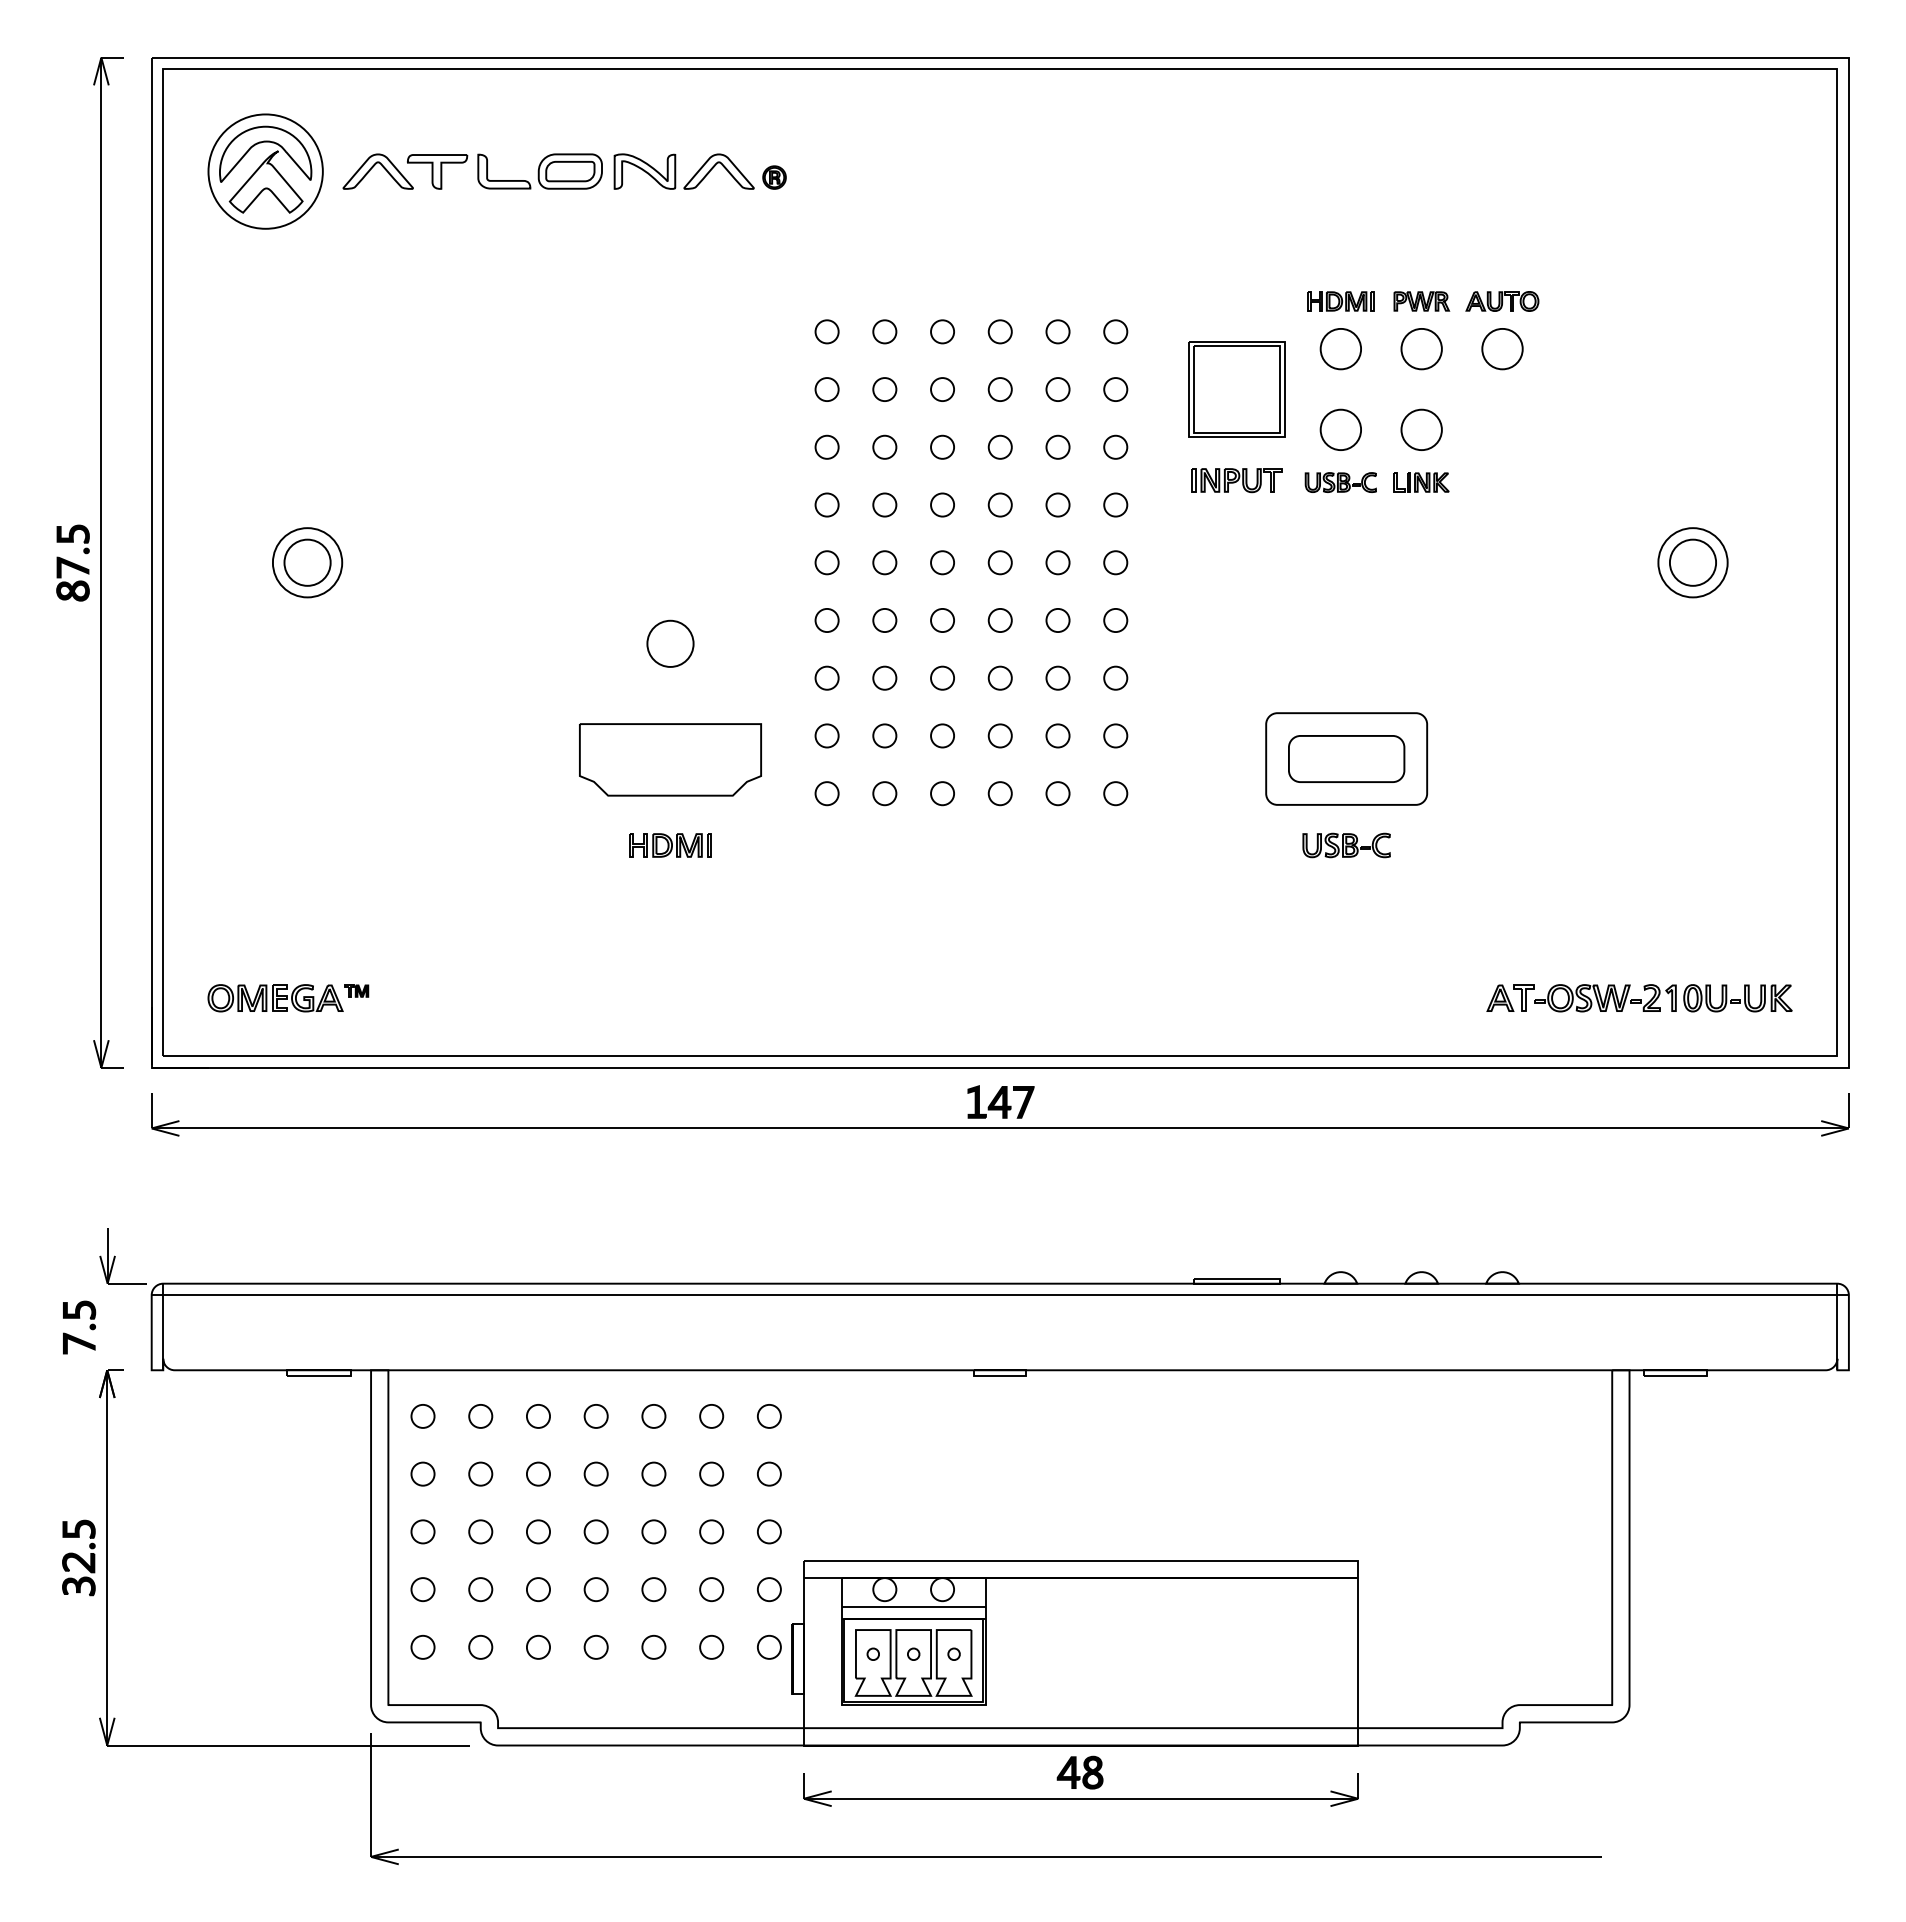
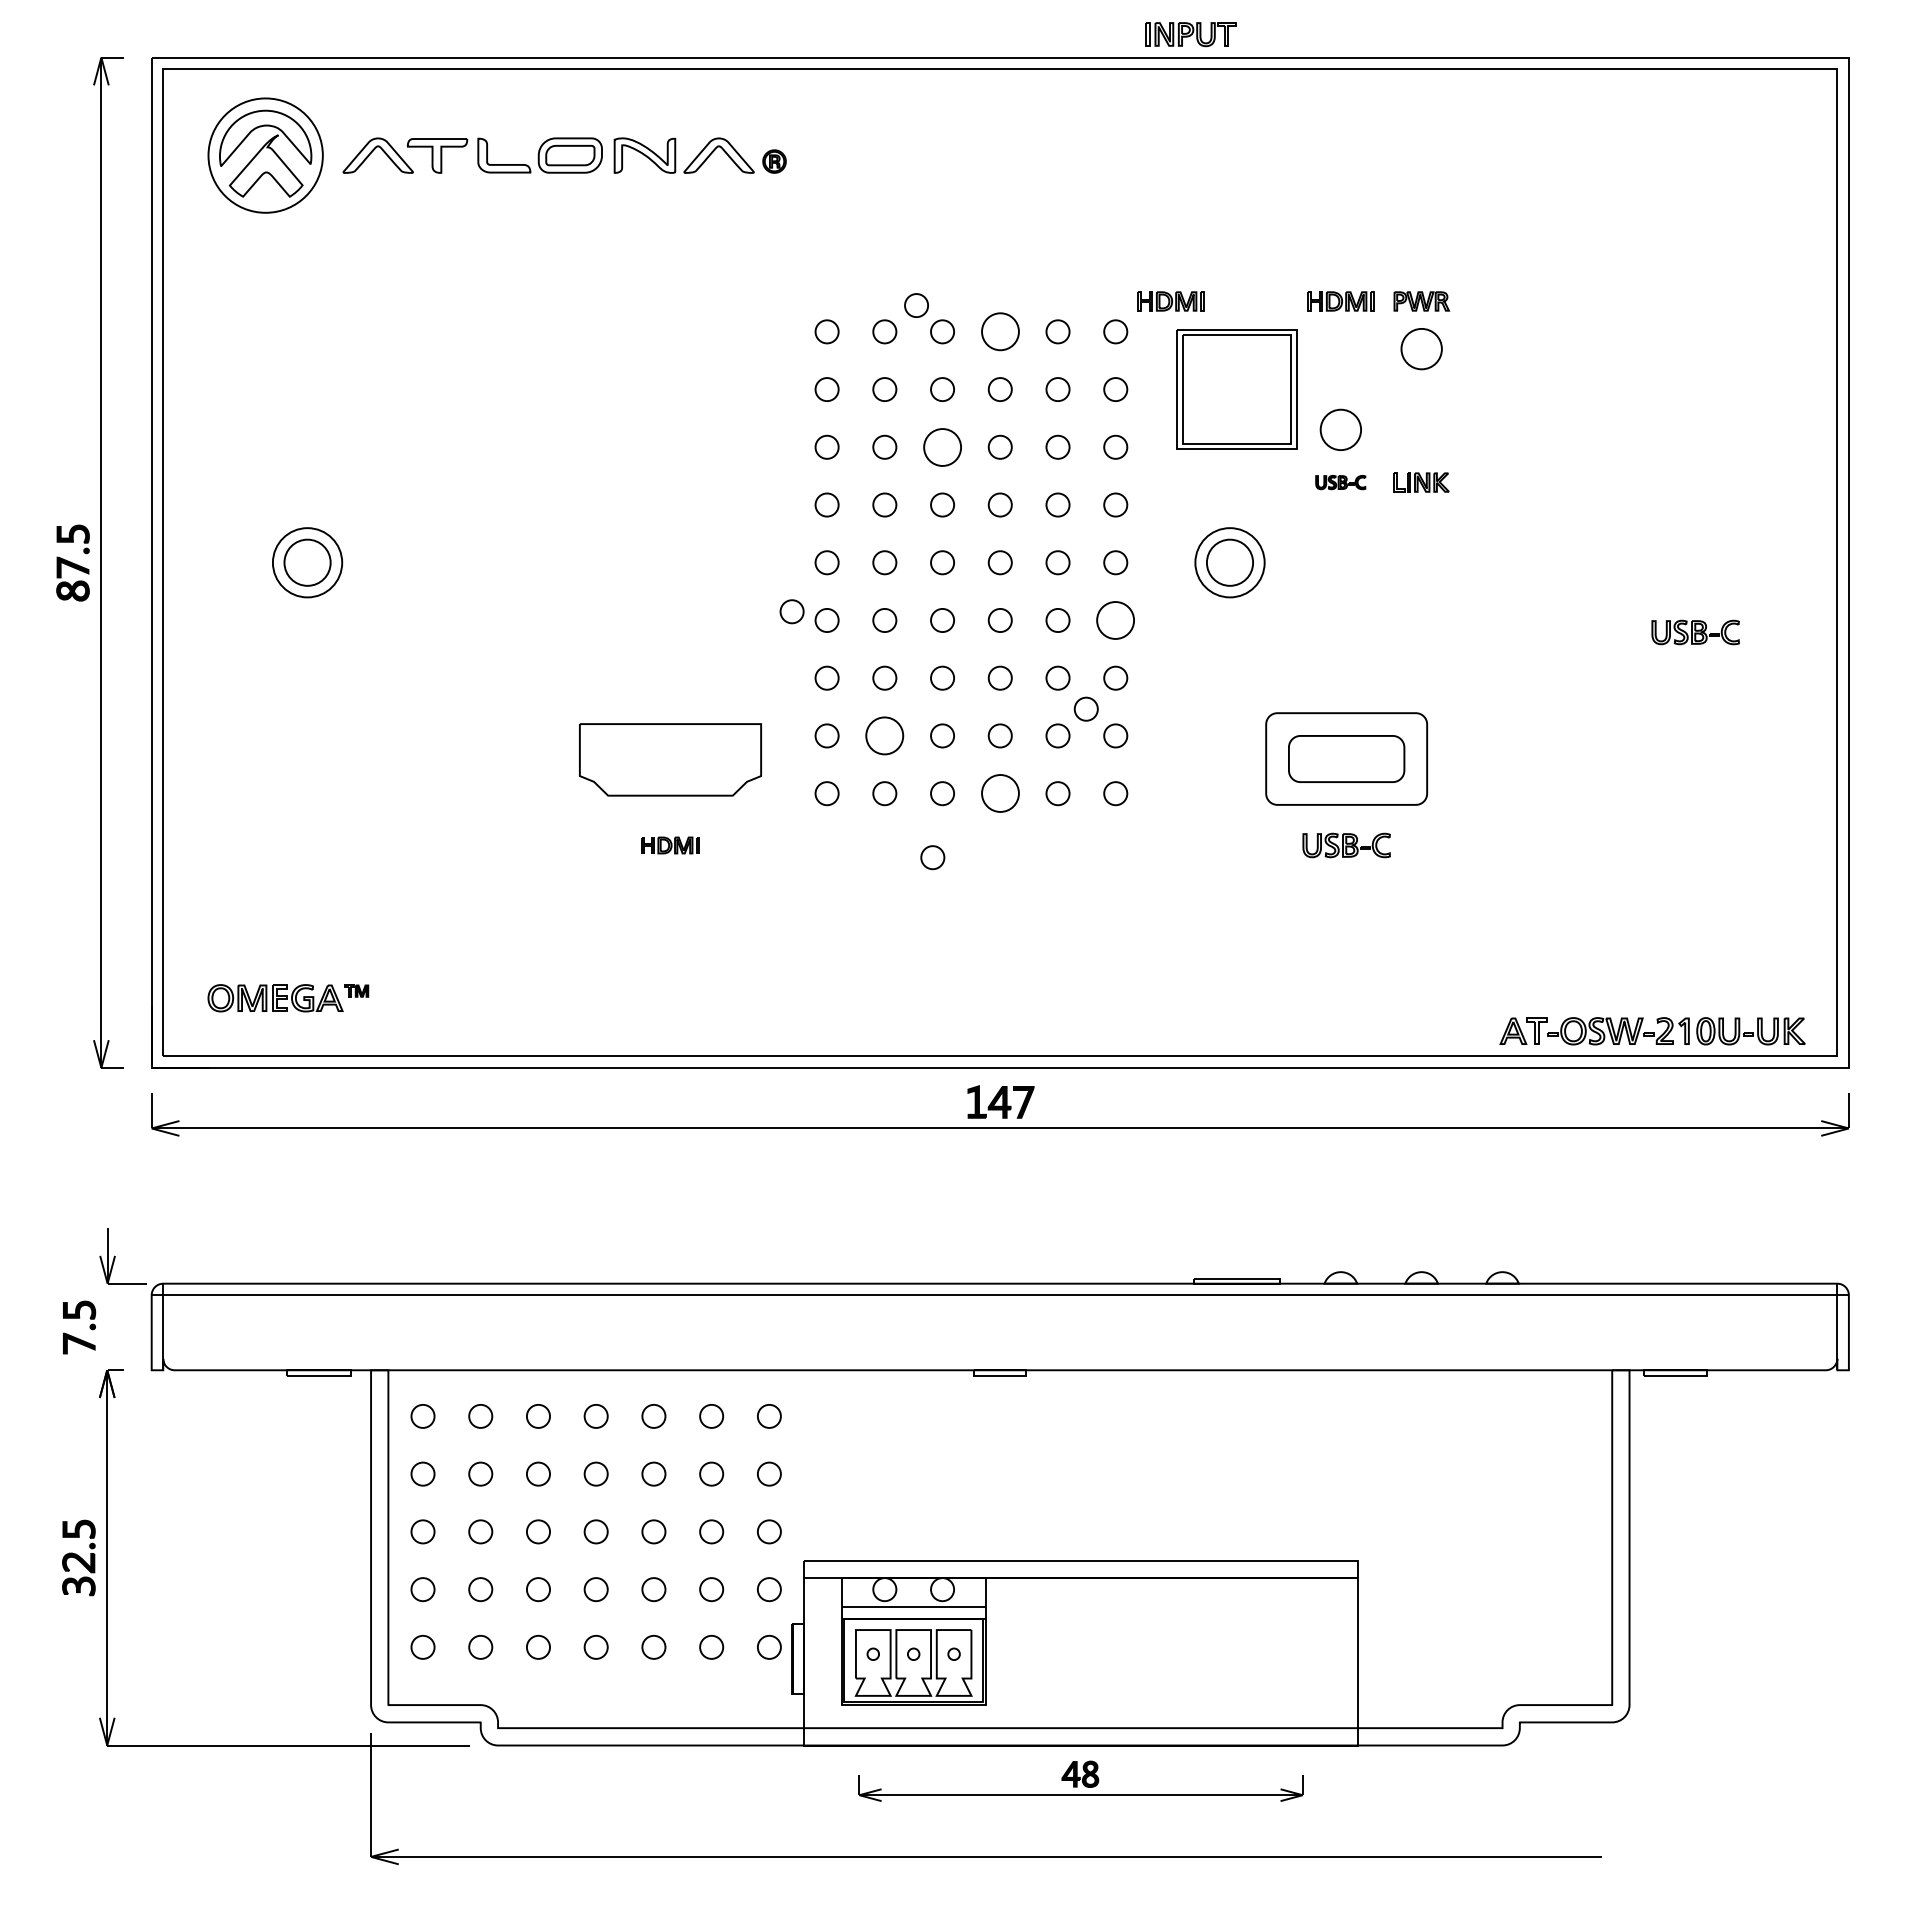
part at (487, 171) position: (487, 171) -> (487, 155)
part at (1170, 301): none -> present
part at (1502, 301): present -> none
part at (916, 305): none -> present
part at (999, 331) size: 26x26 px -> 39x40 px
part at (1340, 349): present -> none
part at (1502, 349): present -> none
part at (1236, 389) size: 98x97 px -> 122x121 px
part at (1421, 429): present -> none
part at (942, 446) size: 25x26 px -> 39x39 px
part at (1236, 480) position: (1236, 480) -> (1190, 34)
part at (1340, 482) size: 73x21 px -> 52x16 px
part at (1692, 562) position: (1692, 562) -> (1229, 562)
part at (791, 611): none -> present
part at (1115, 620) size: 26x25 px -> 39x39 px
part at (1695, 632): none -> present
part at (670, 643): present -> none
part at (1085, 708): none -> present
part at (884, 735) size: 26x26 px -> 40x40 px
part at (999, 793) size: 26x26 px -> 39x39 px
part at (670, 845) size: 83x25 px -> 59x19 px
part at (932, 857): none -> present
part at (1639, 998) position: (1639, 998) -> (1652, 1031)
part at (1080, 1780) size: 556x52 px -> 446x42 px
